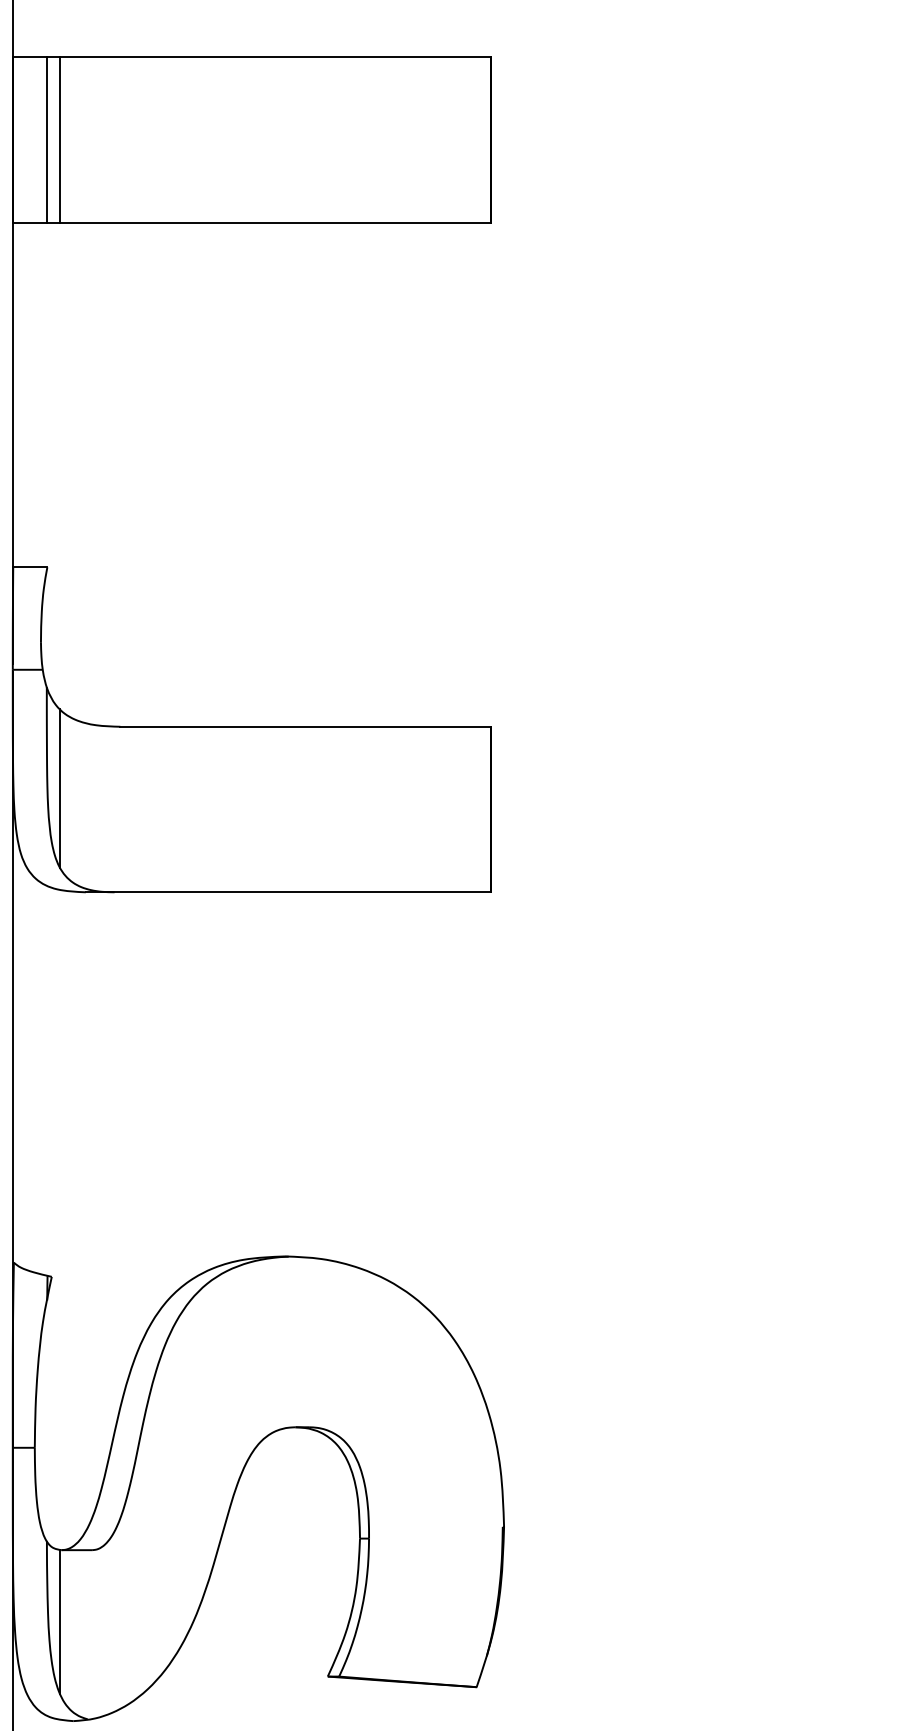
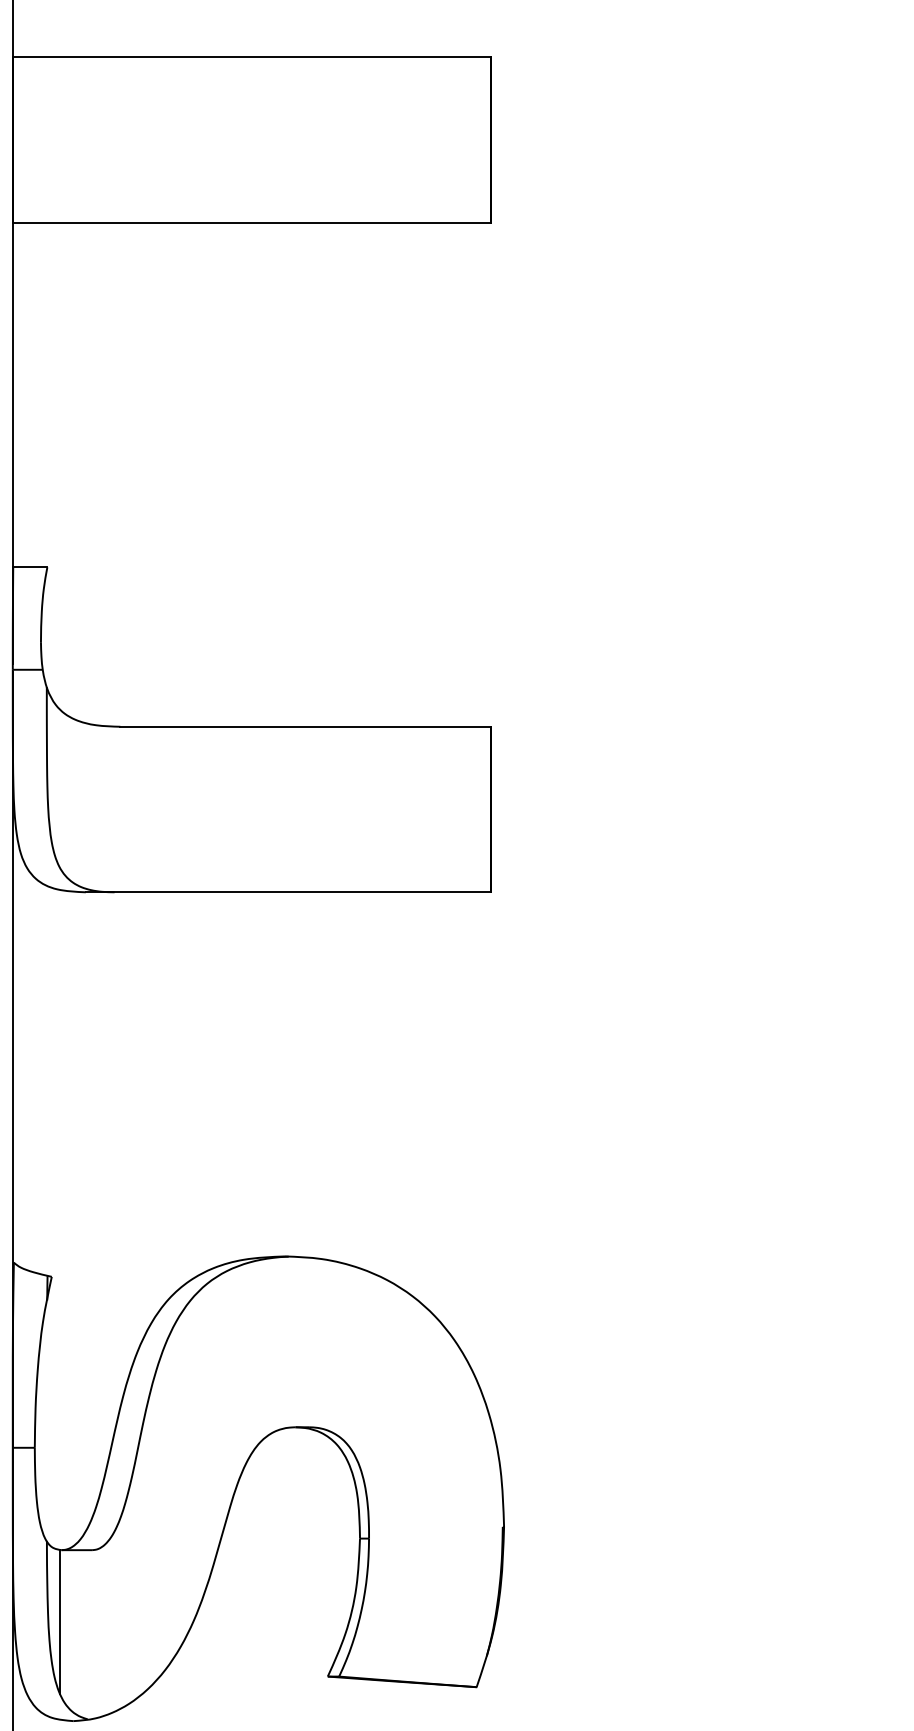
line at (47, 139): present -> none
line at (60, 139): present -> none
line at (60, 788): present -> none
